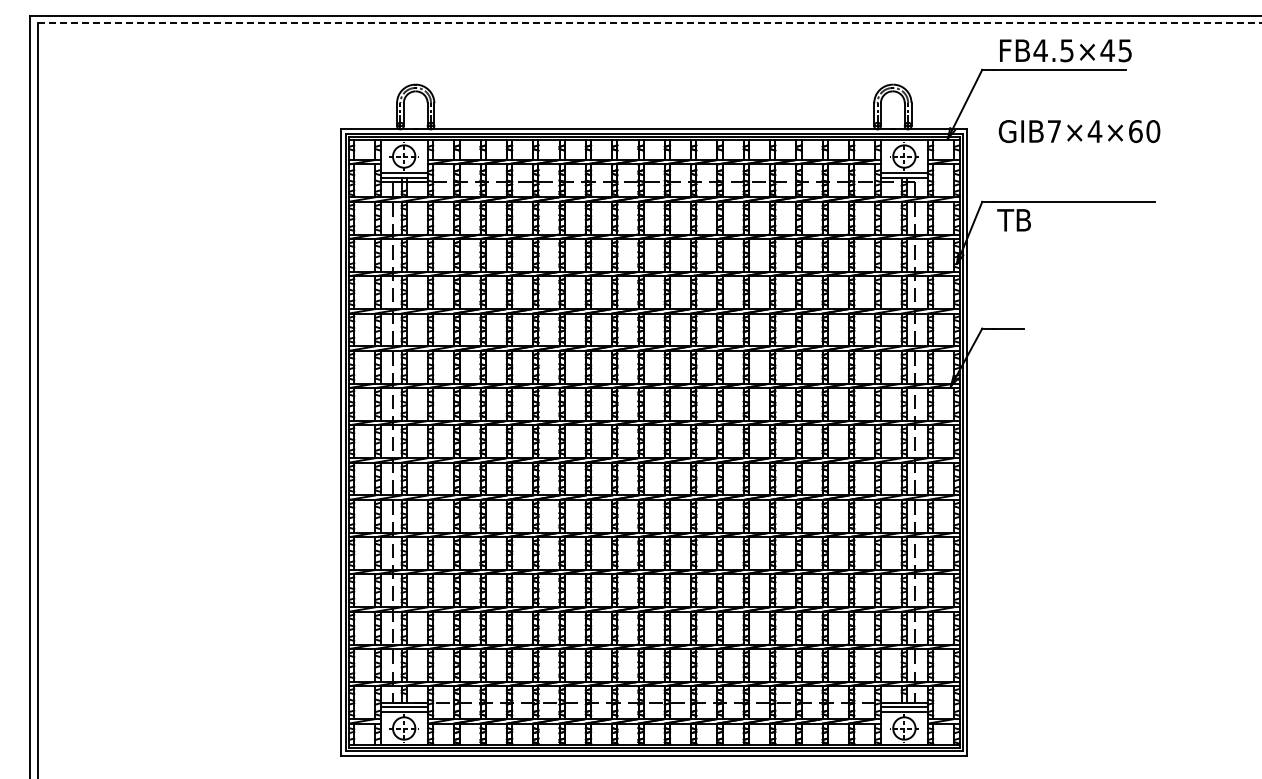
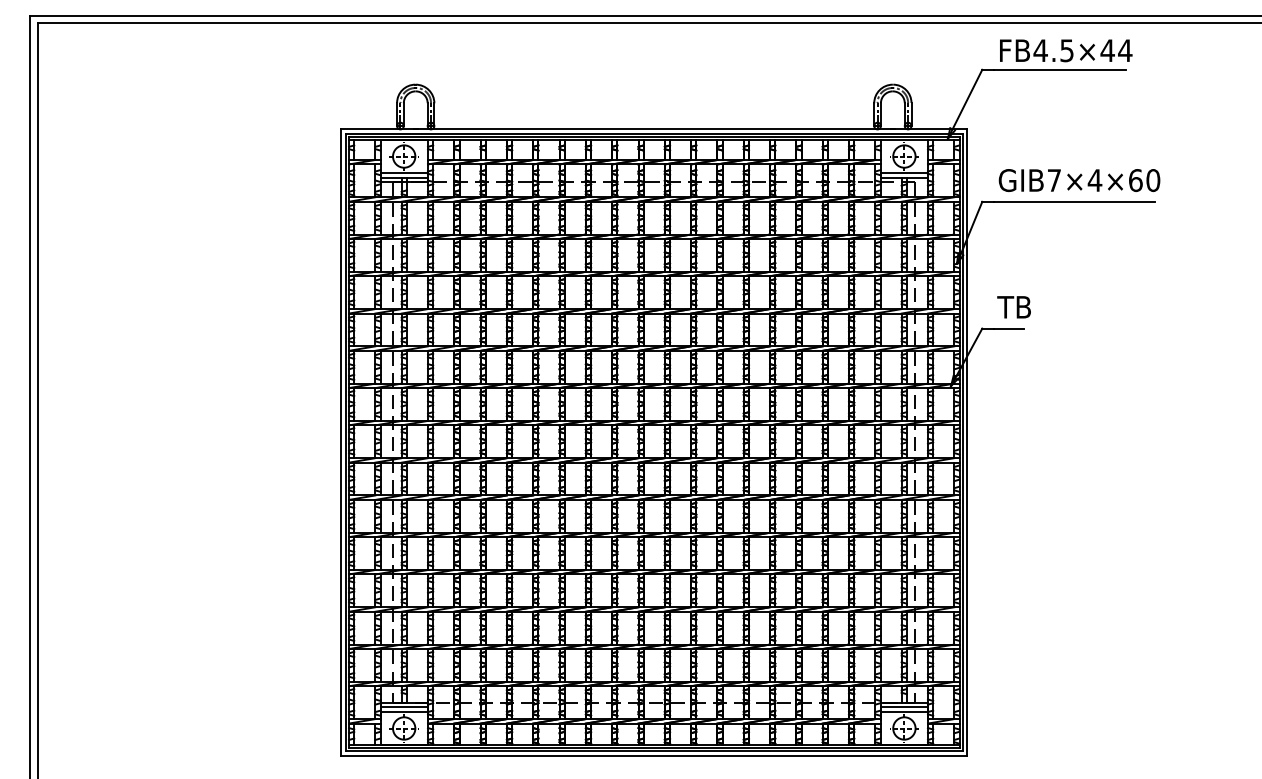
line at (649, 23): dashed -> solid
text at (1125, 50): FB4.5×45 -> FB4.5×44
text at (1079, 131) position: (1079, 131) -> (1079, 180)
text at (1013, 220) position: (1013, 220) -> (1013, 307)
